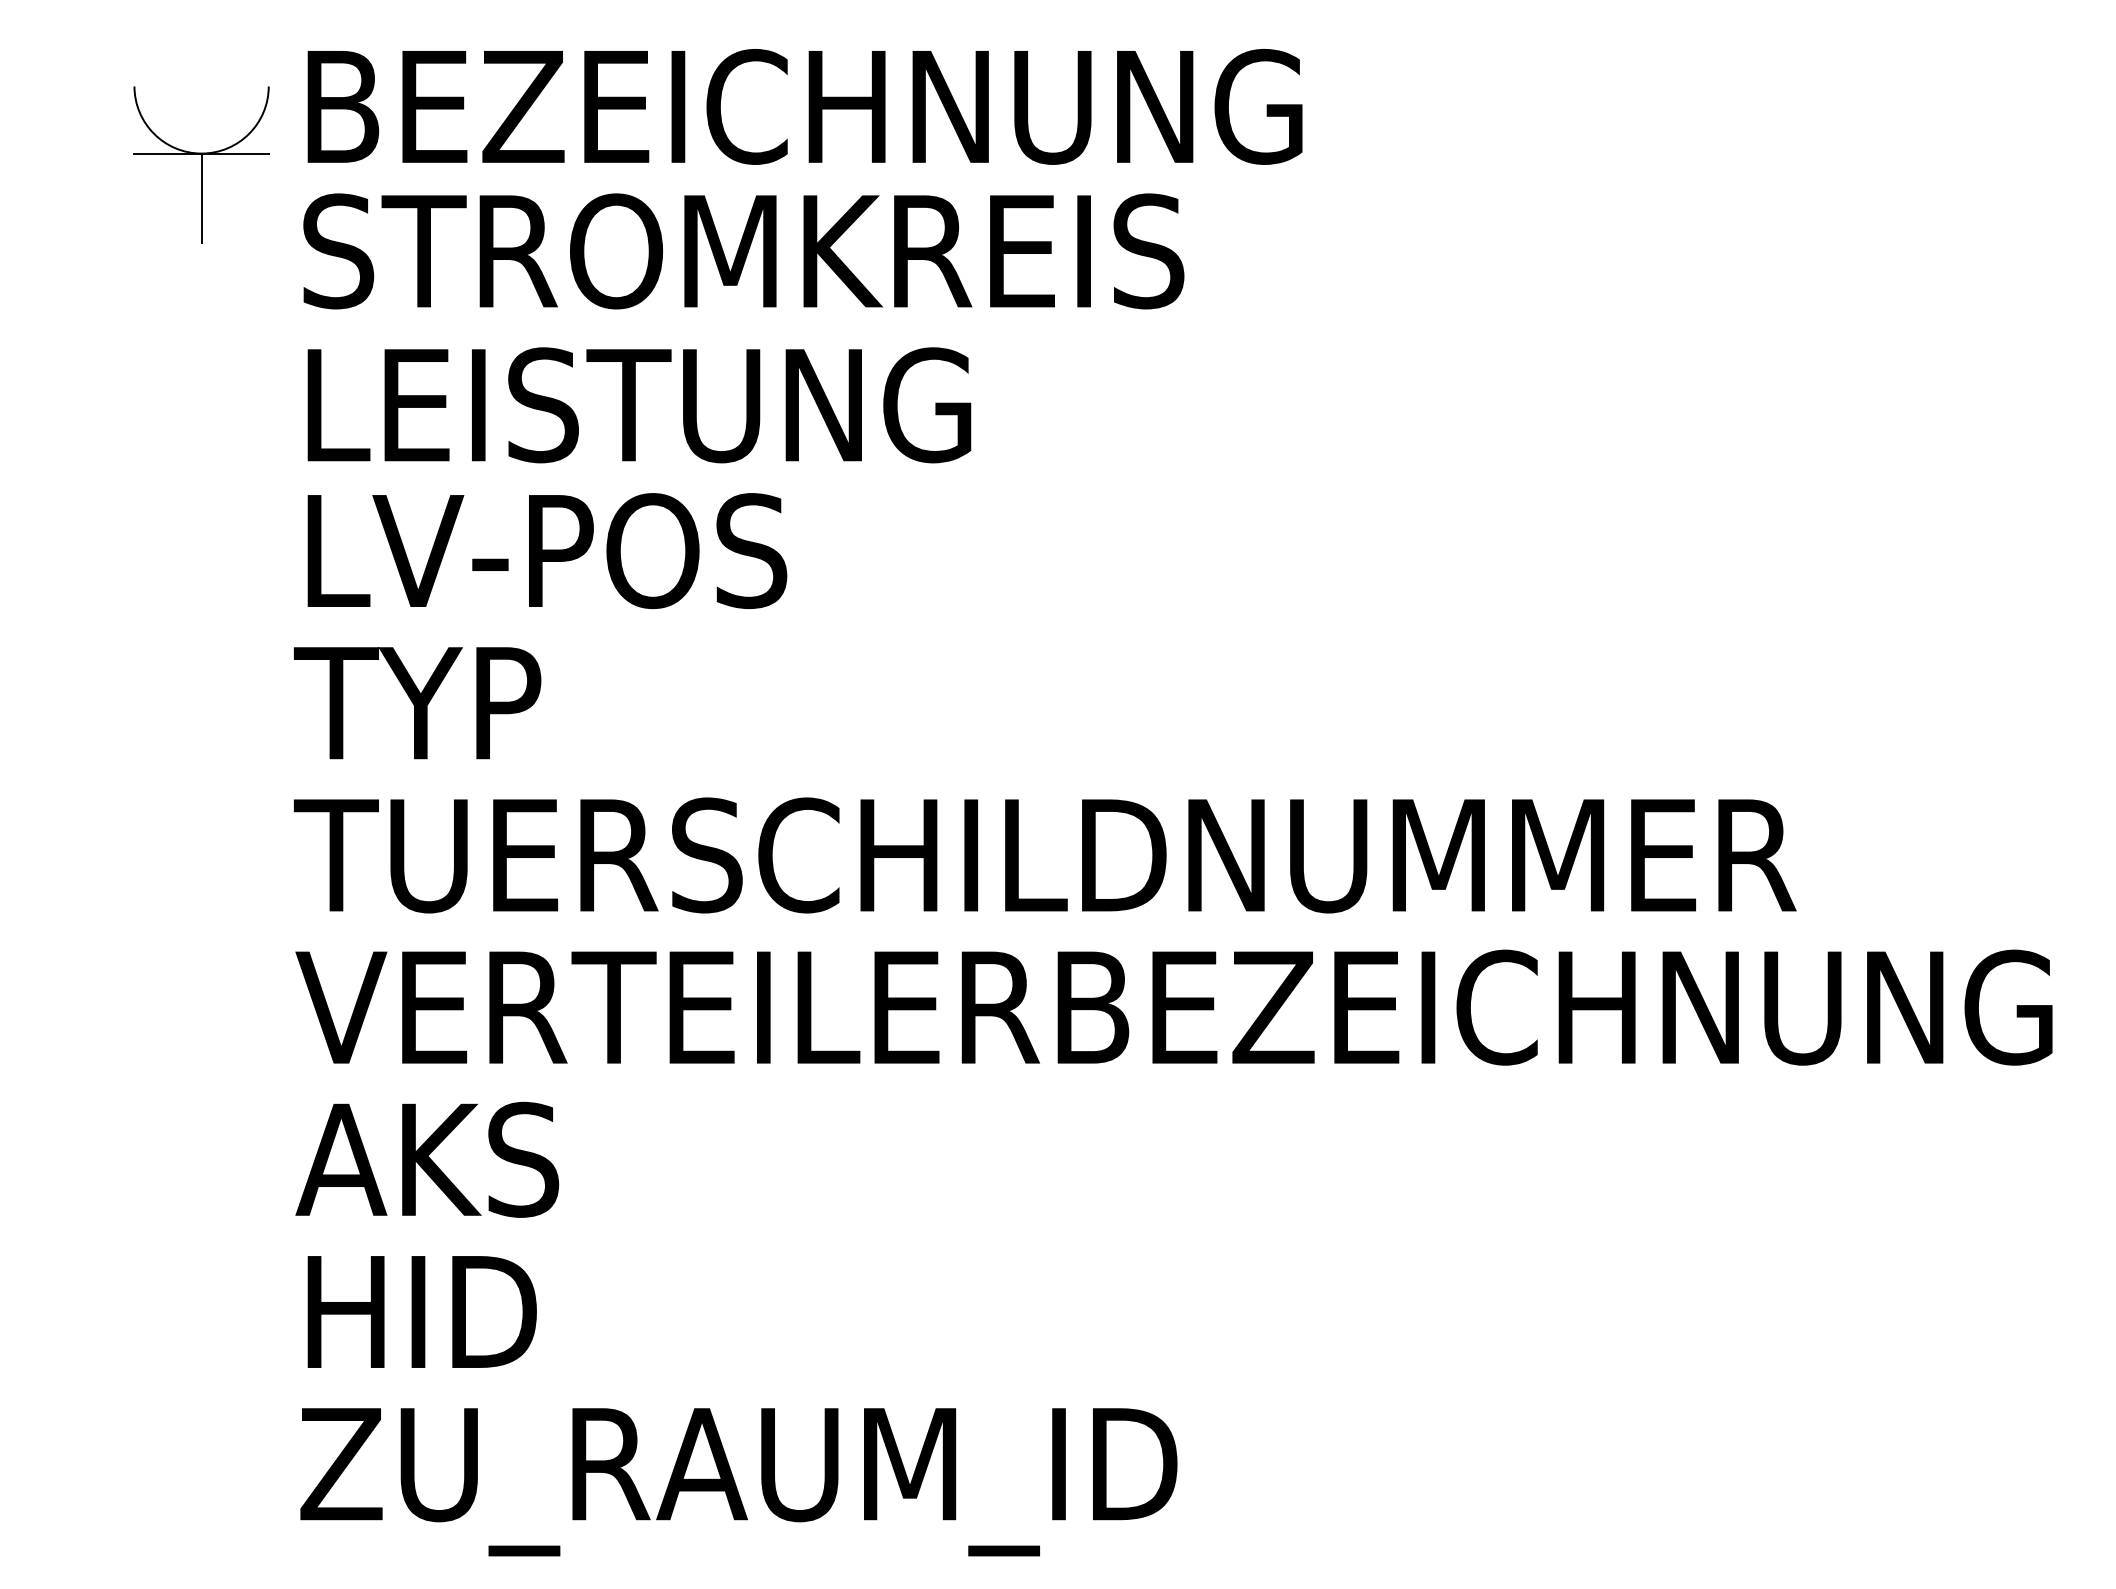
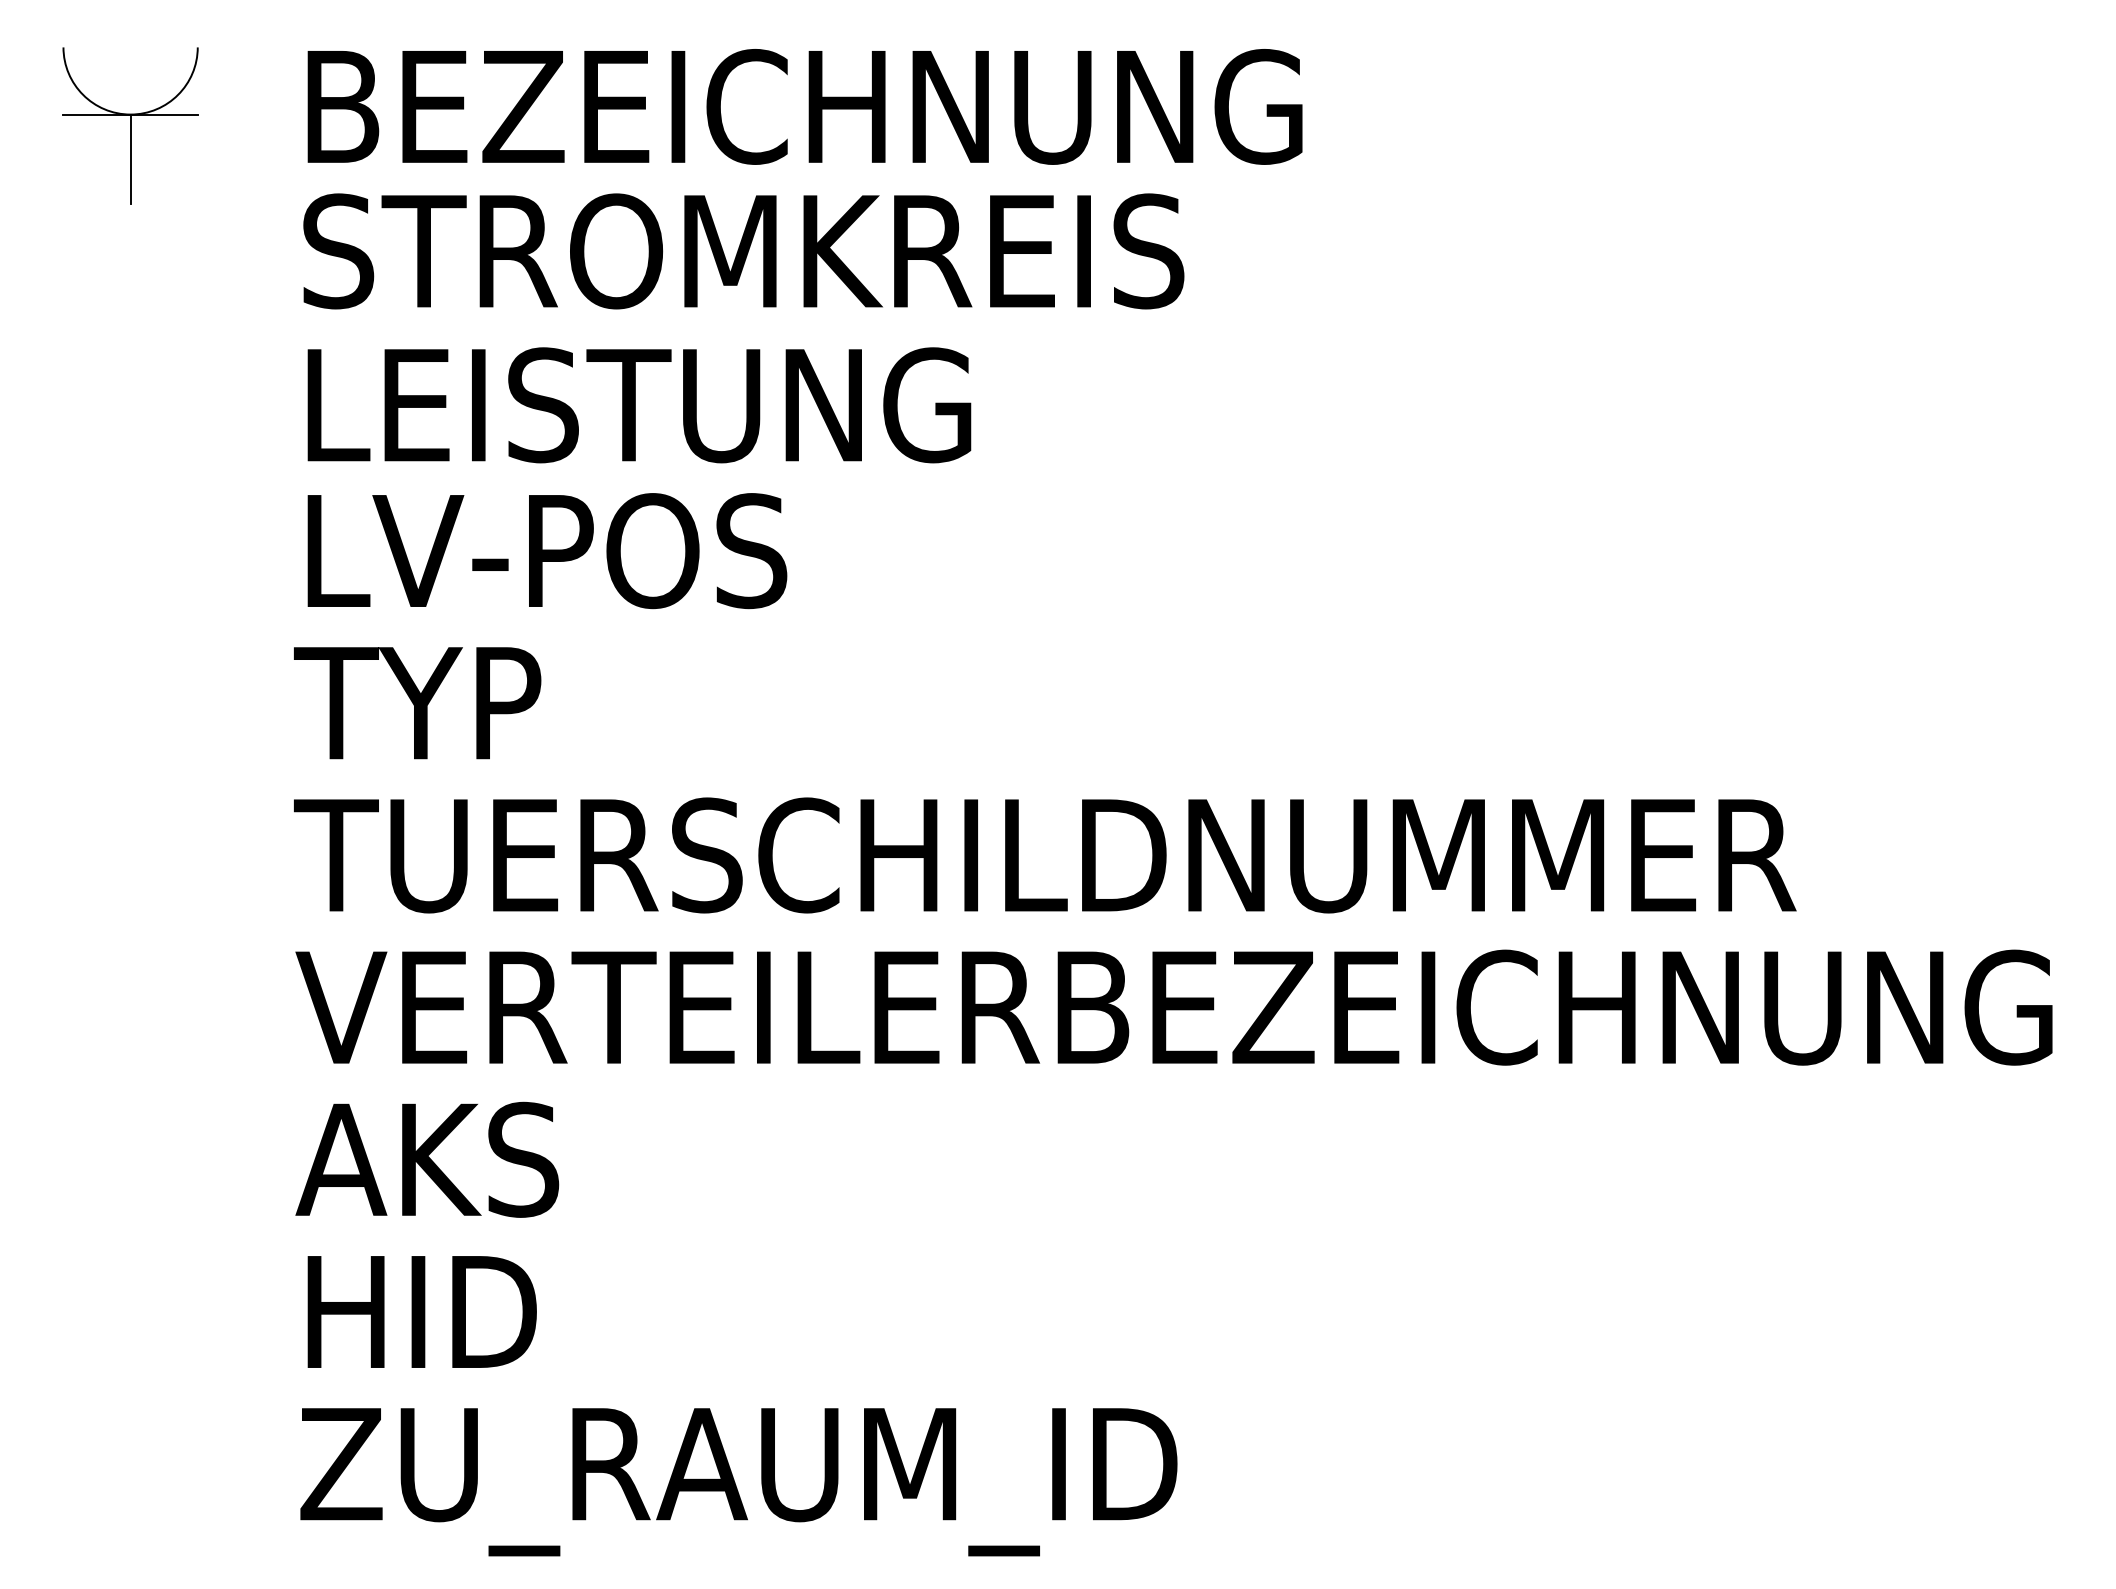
part at (201, 164) position: (201, 164) -> (130, 125)
